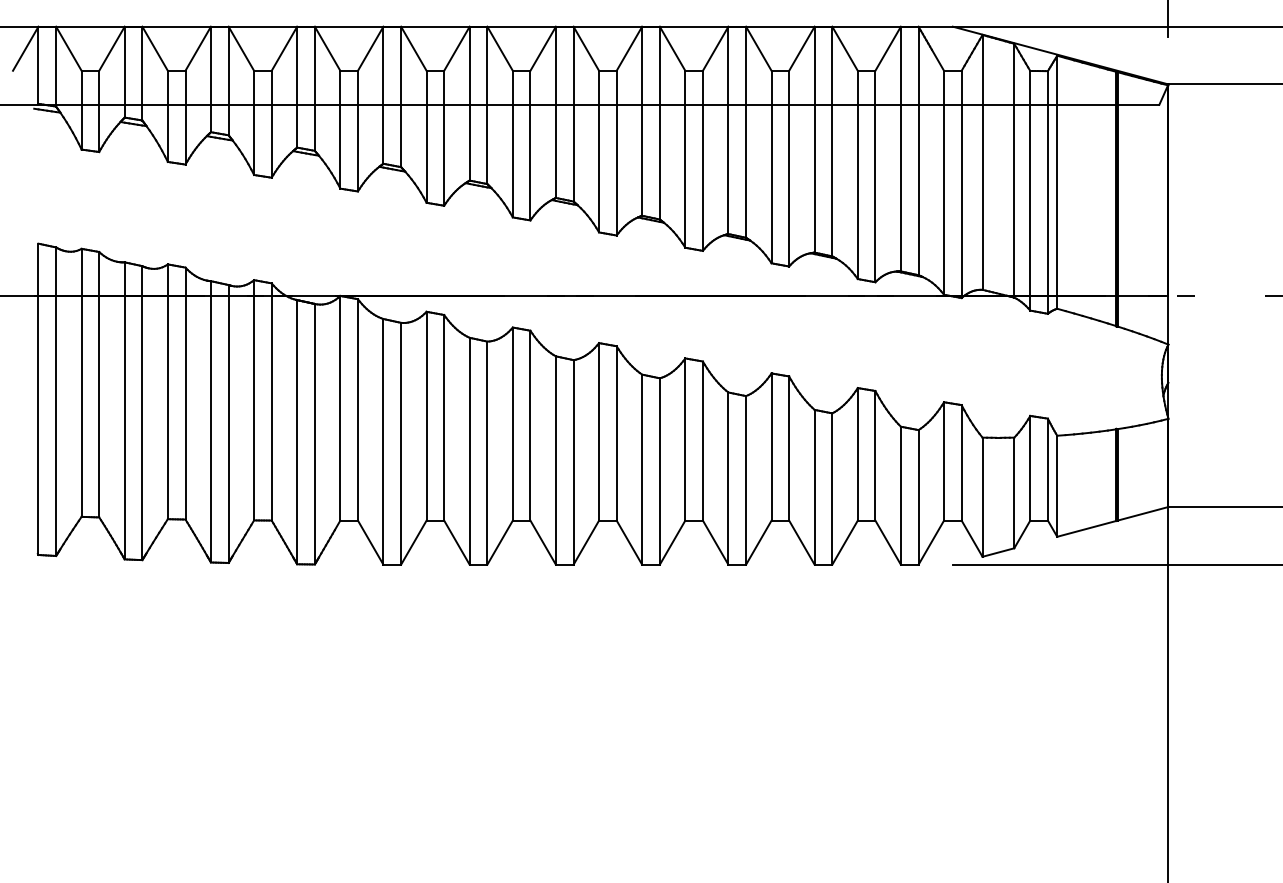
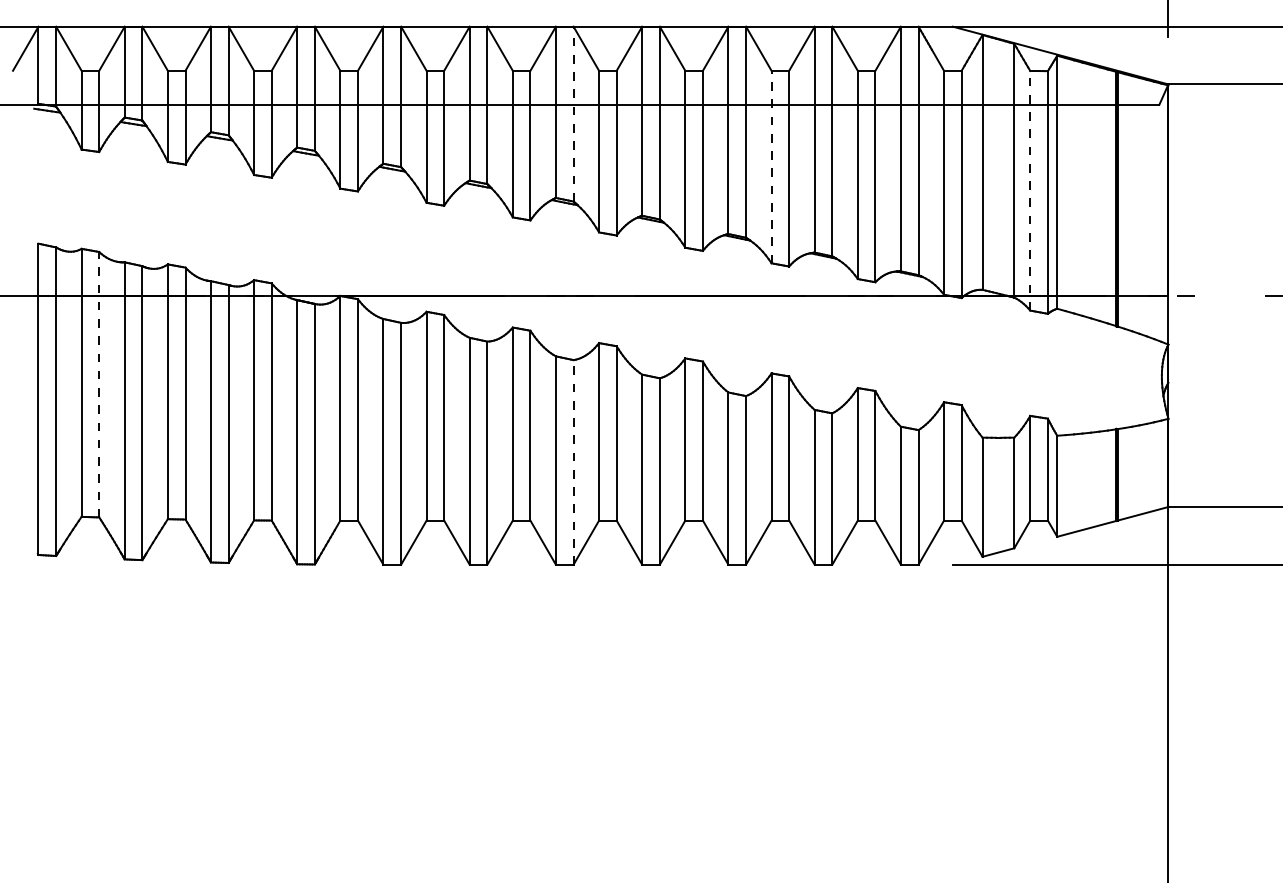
line at (573, 113): solid -> dashed
line at (771, 166): solid -> dashed
line at (1030, 190): solid -> dashed
line at (99, 384): solid -> dashed
line at (573, 461): solid -> dashed
